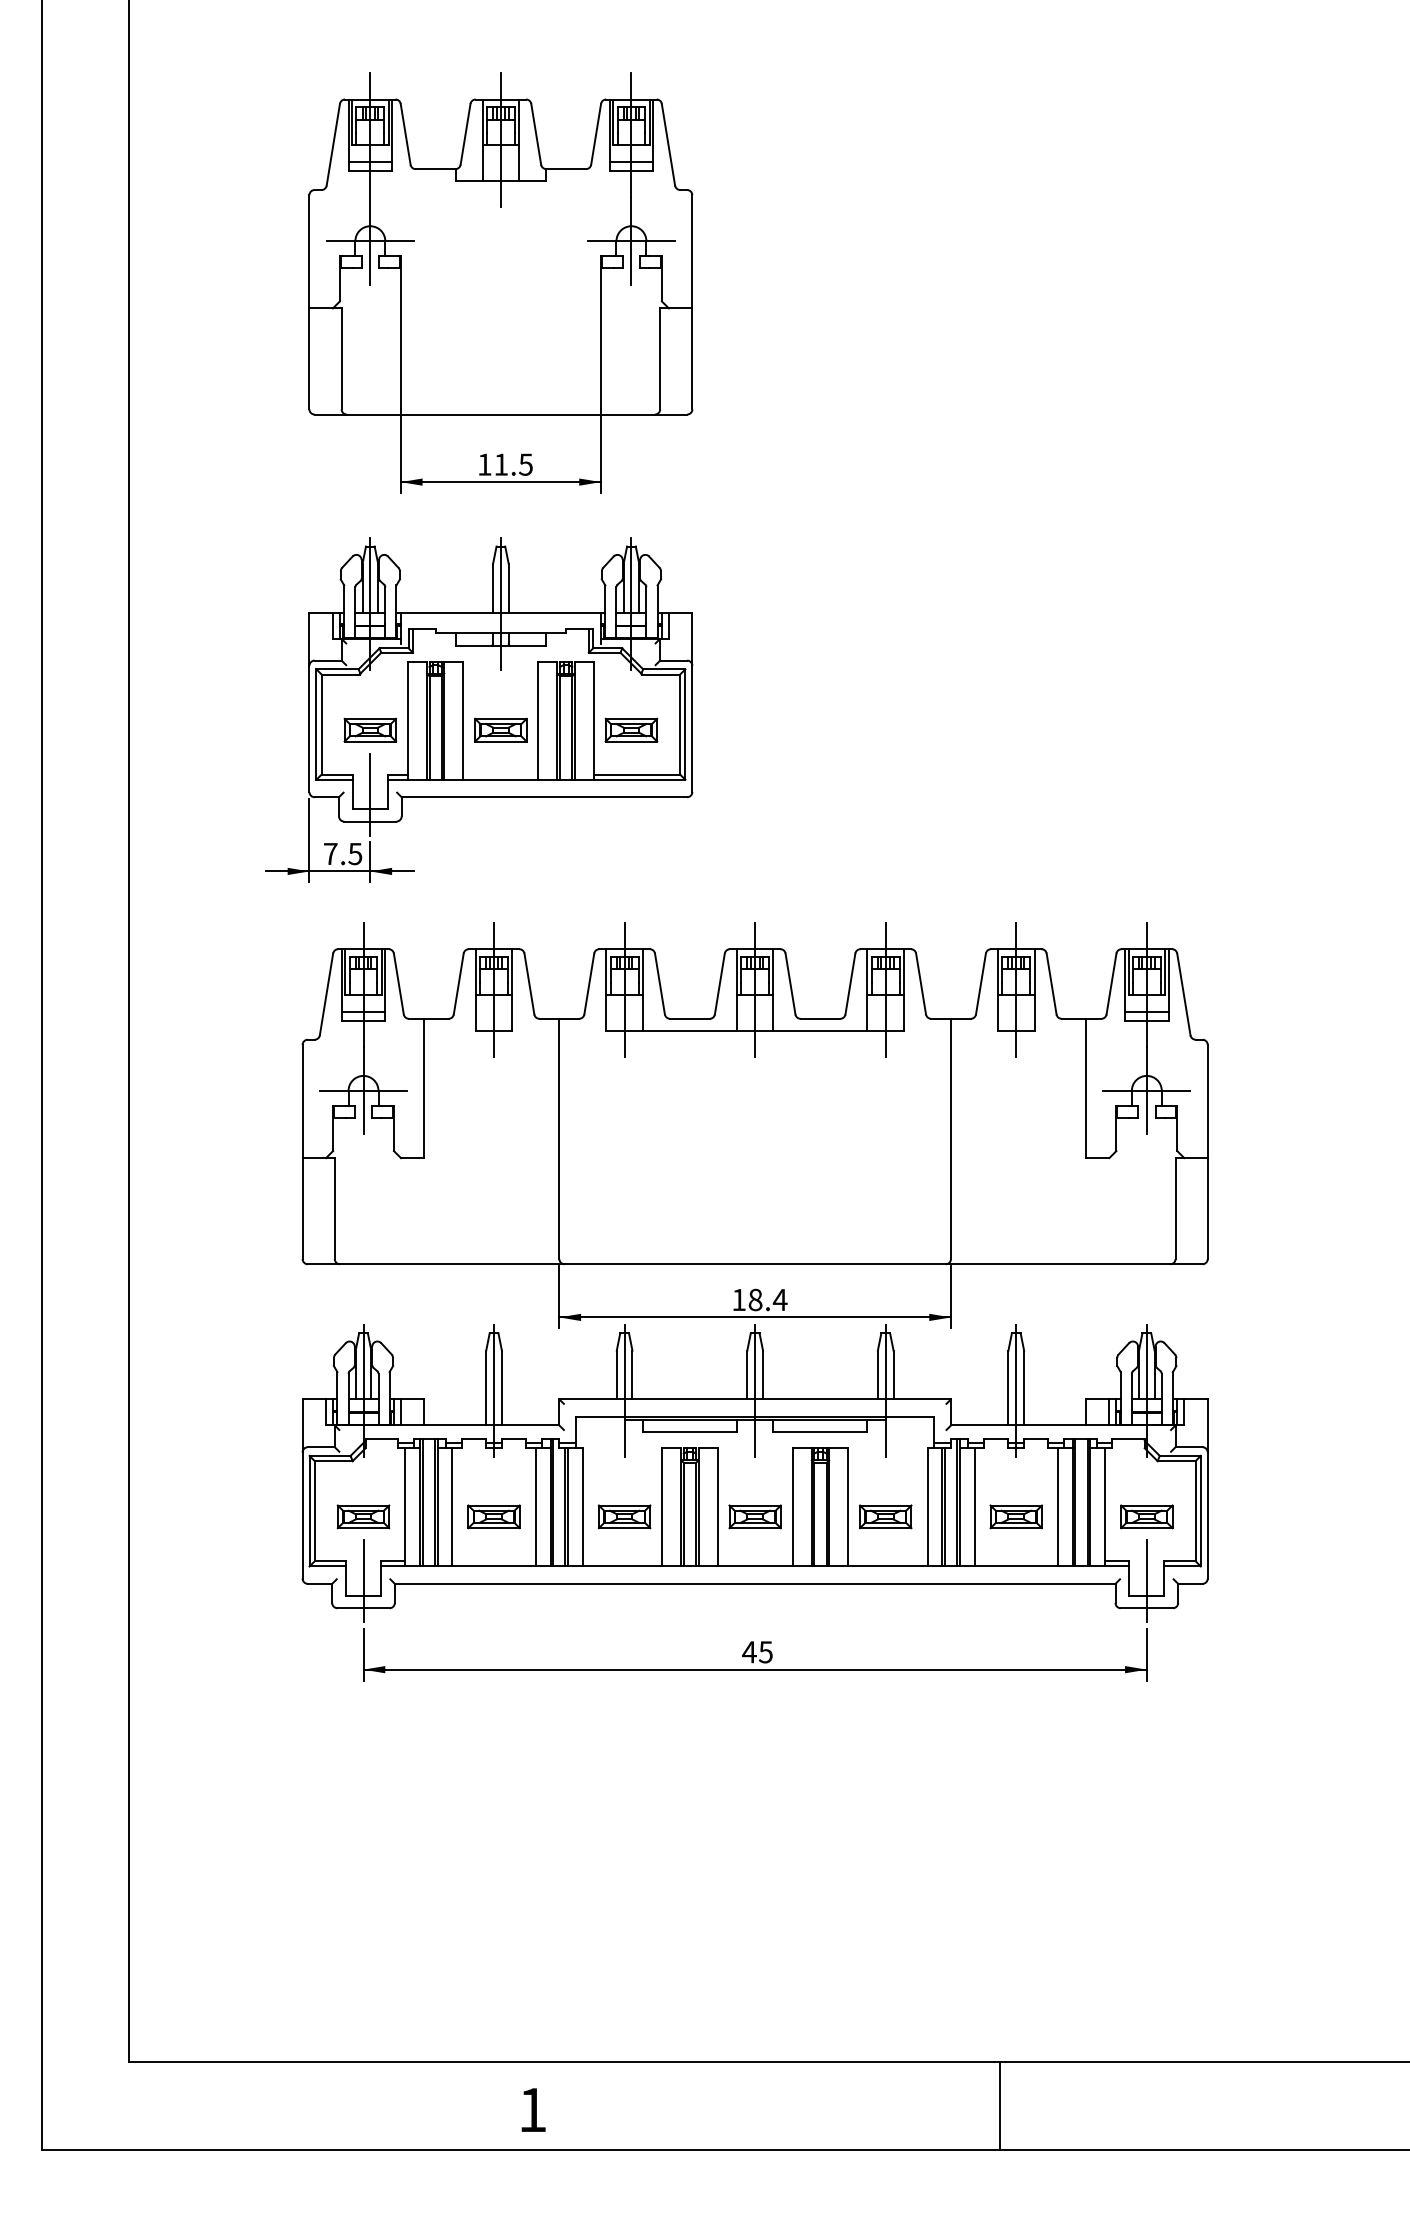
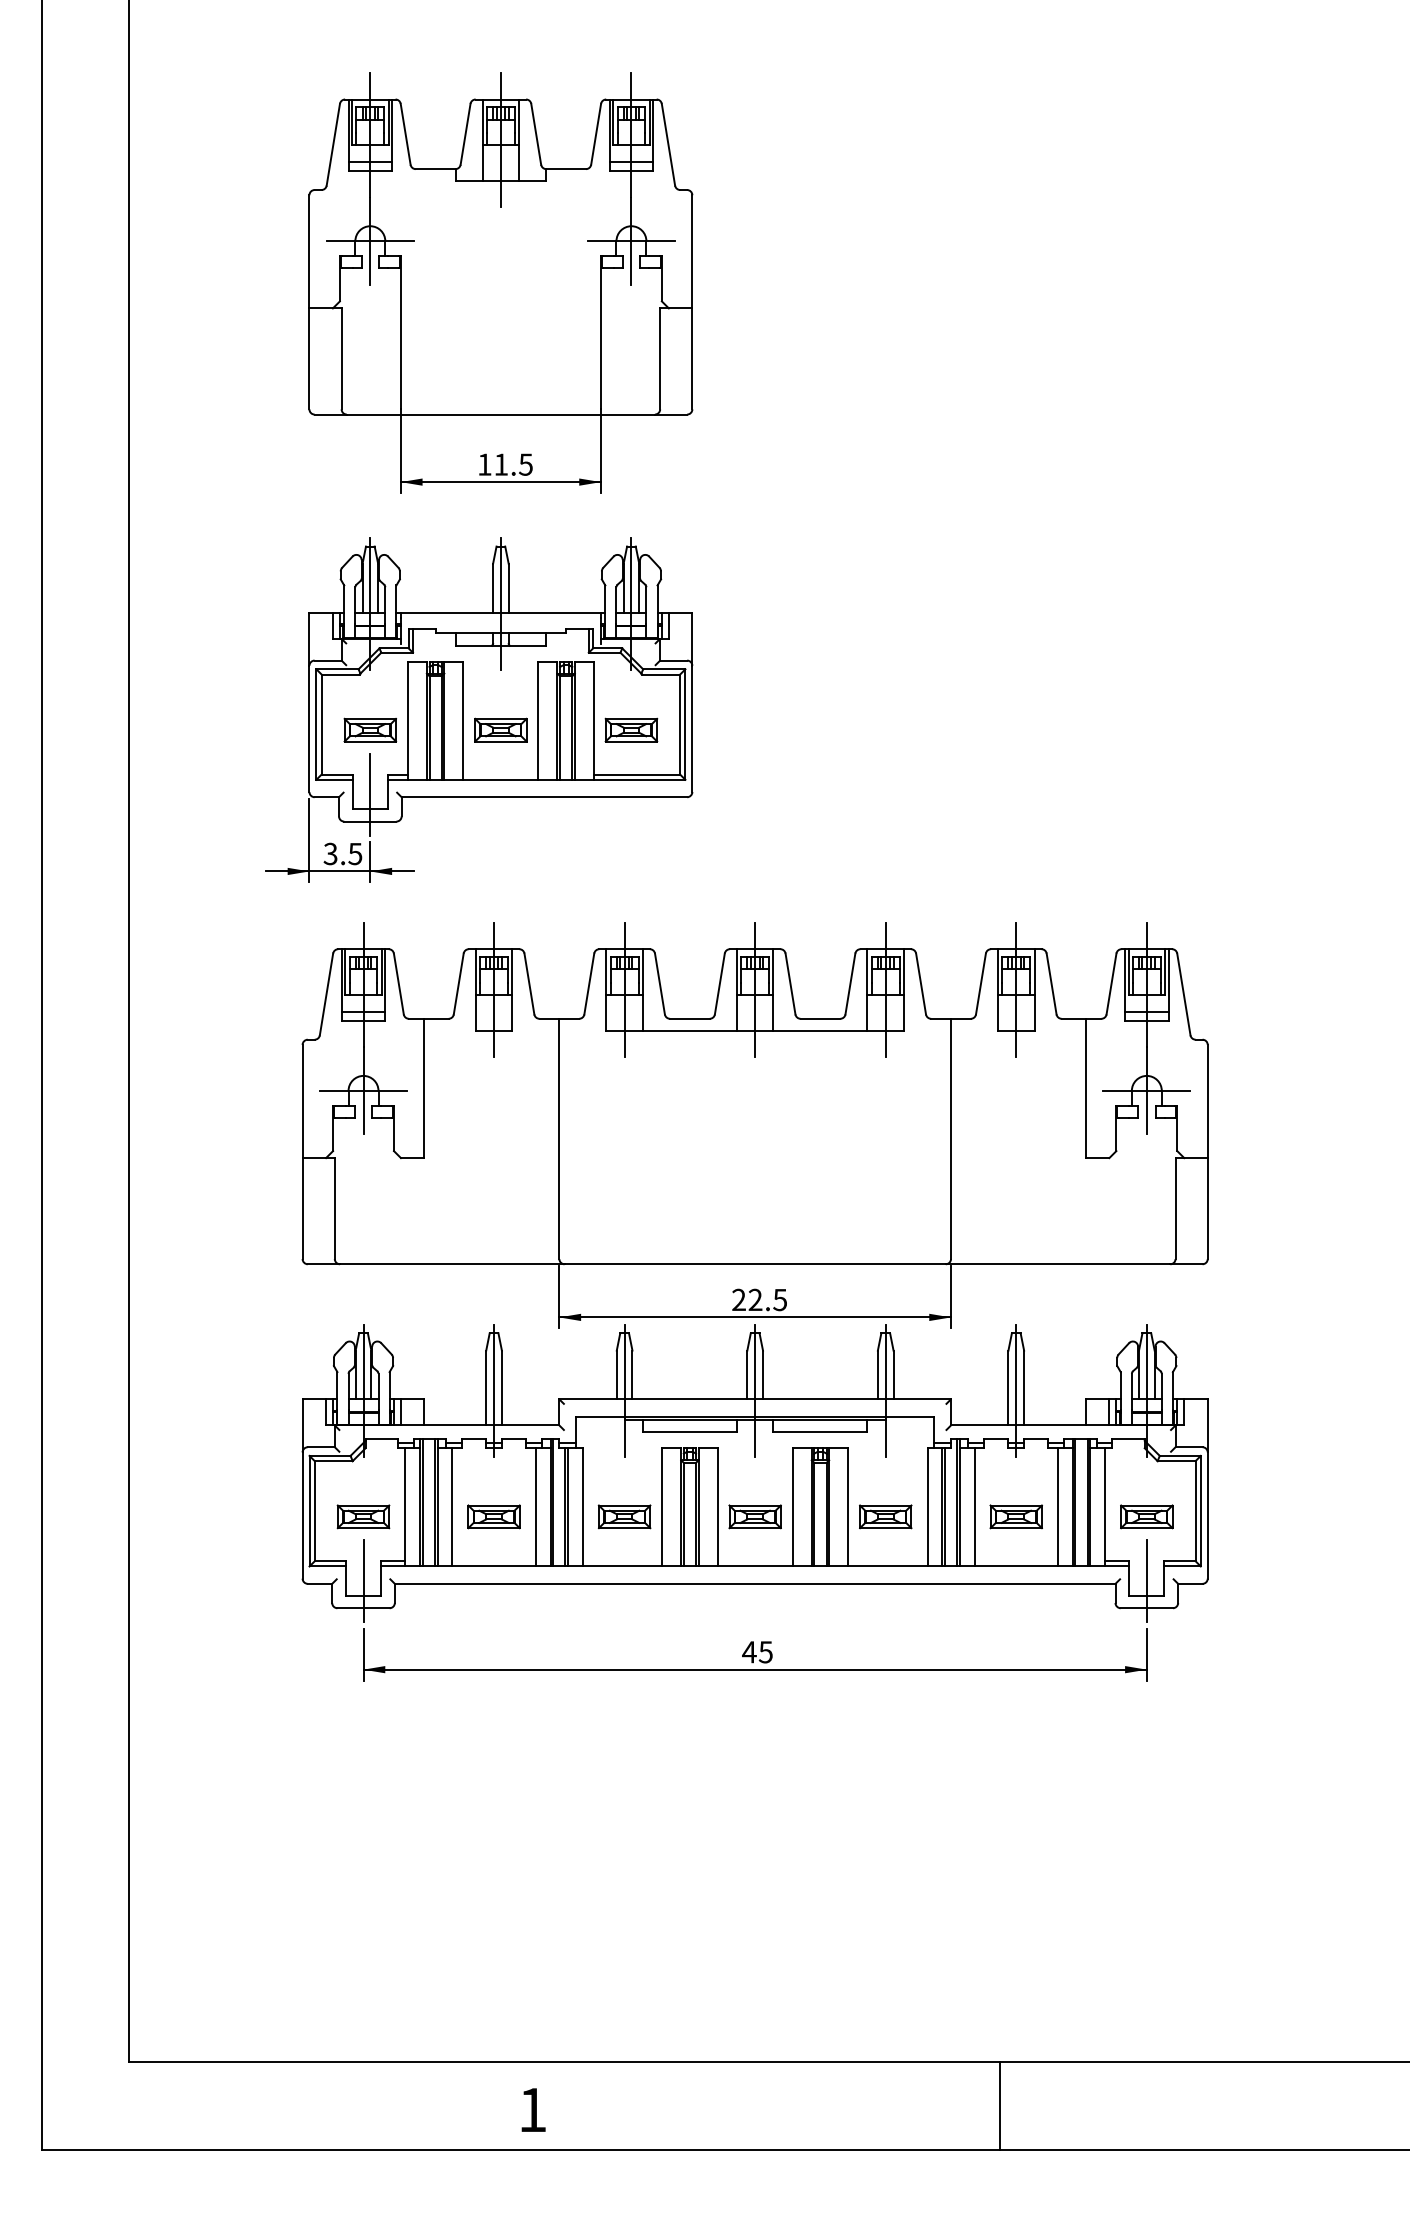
text at (330, 853): 7.5 -> 3.5
text at (759, 1299): 18.4 -> 22.5
